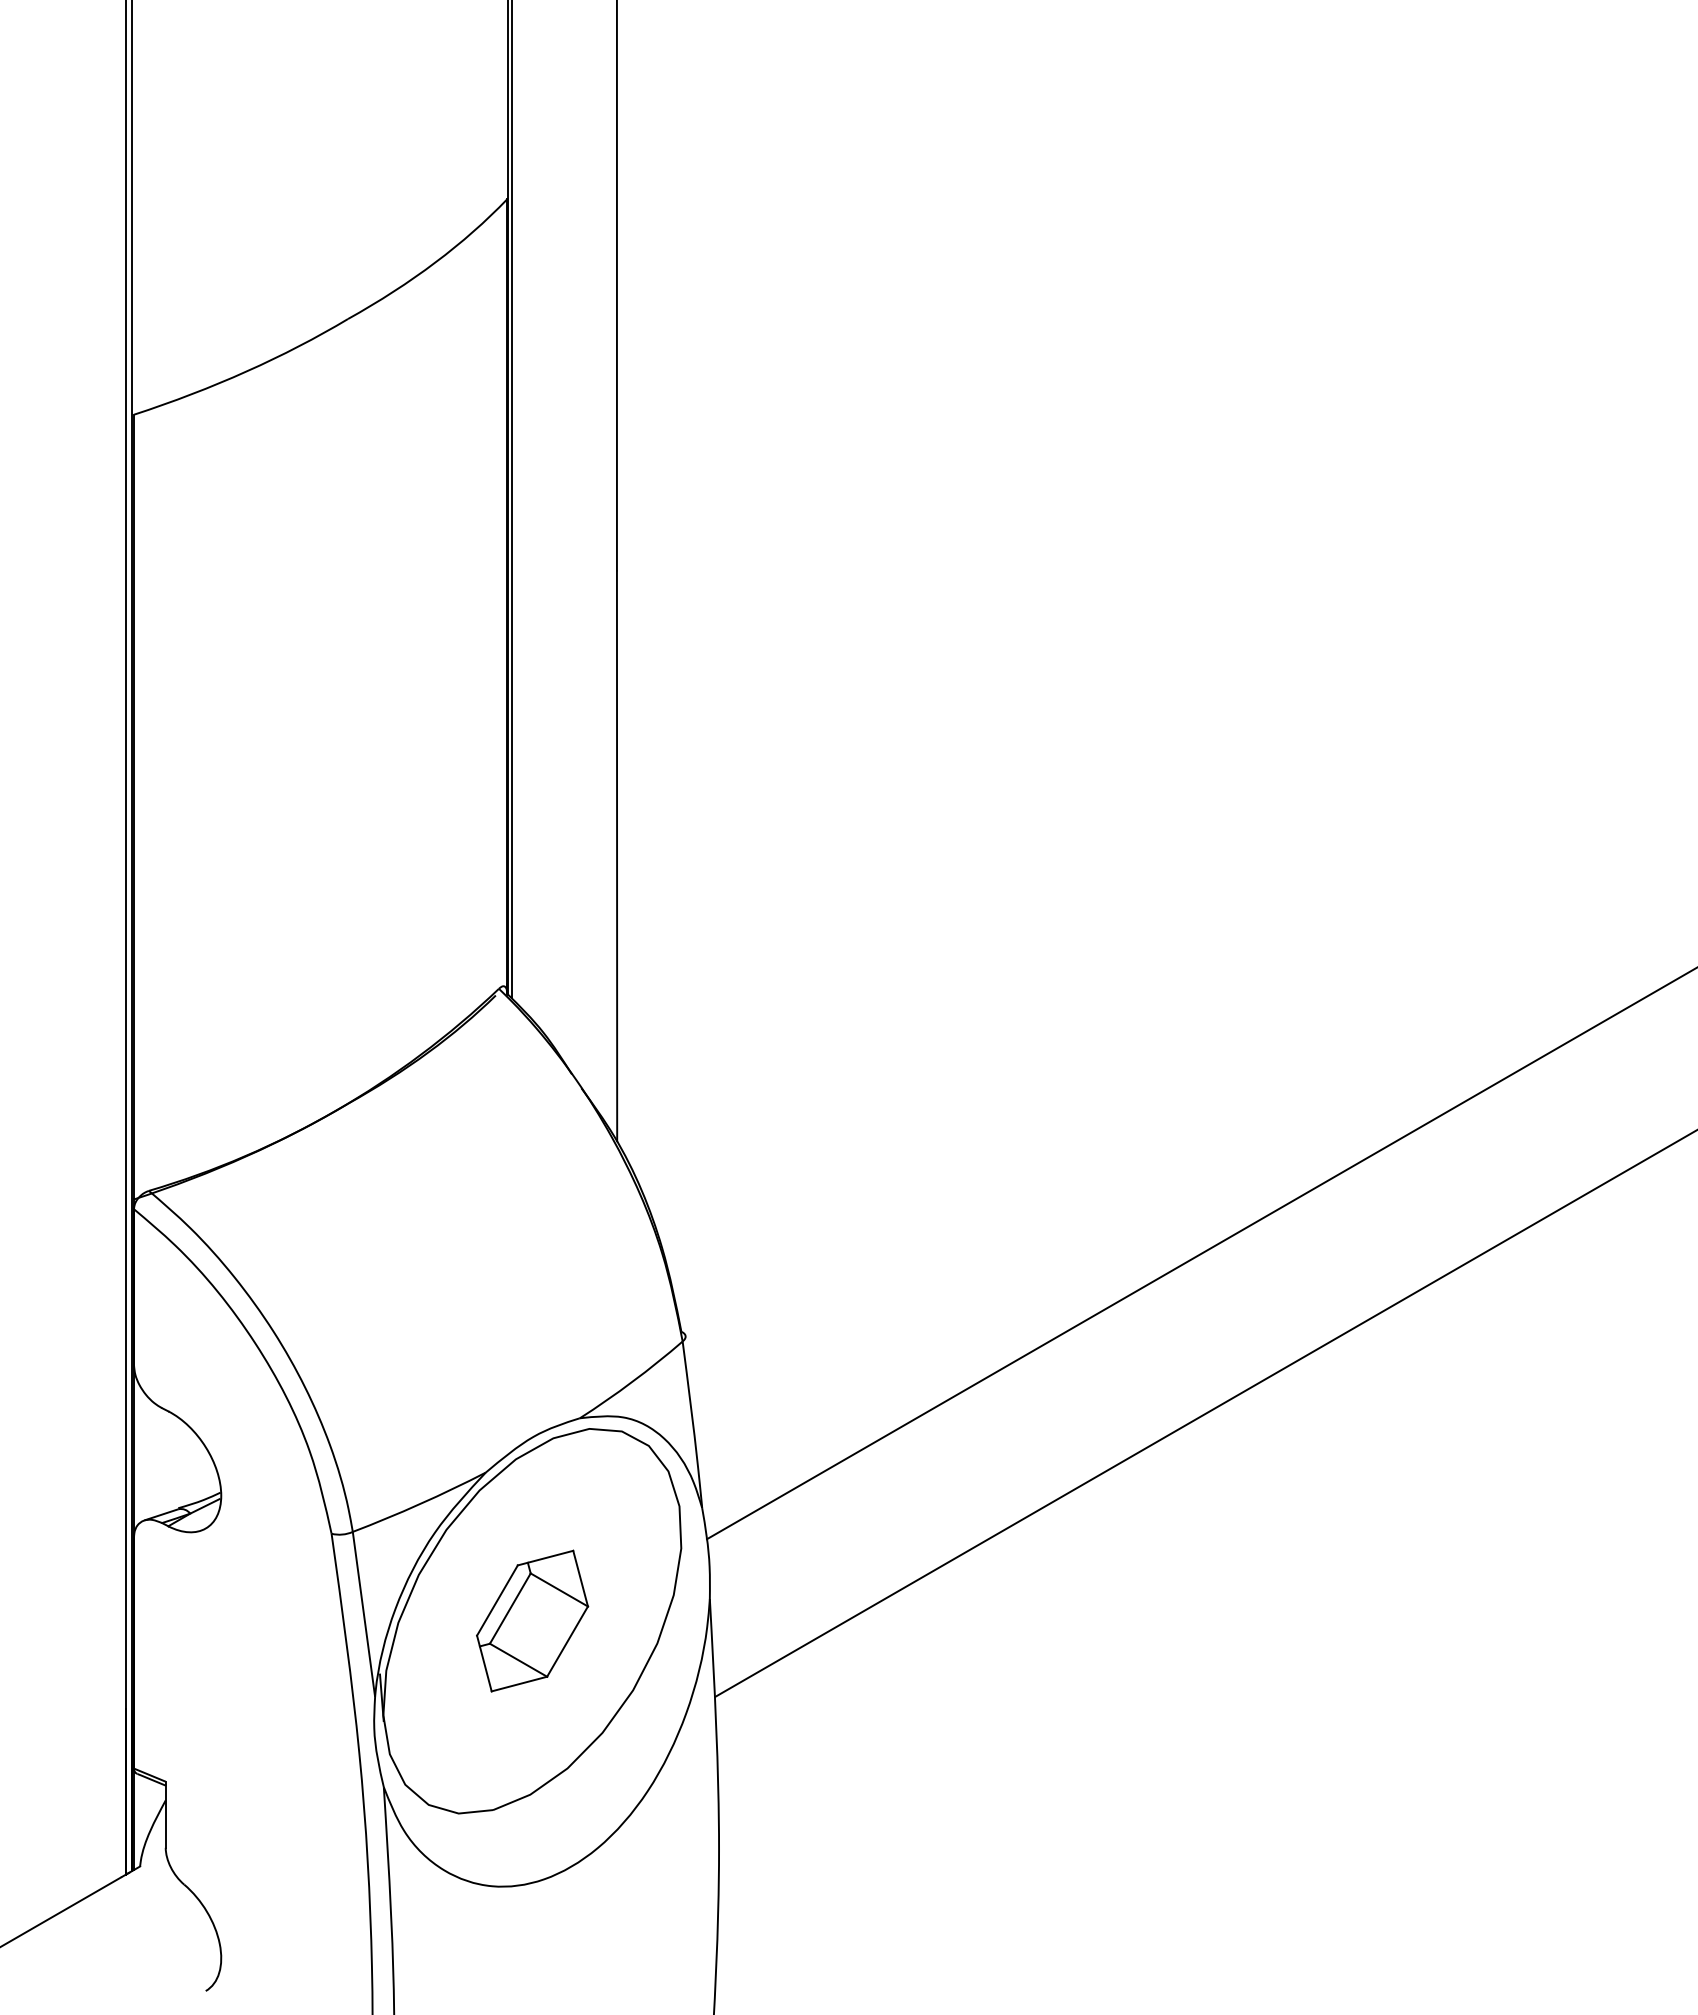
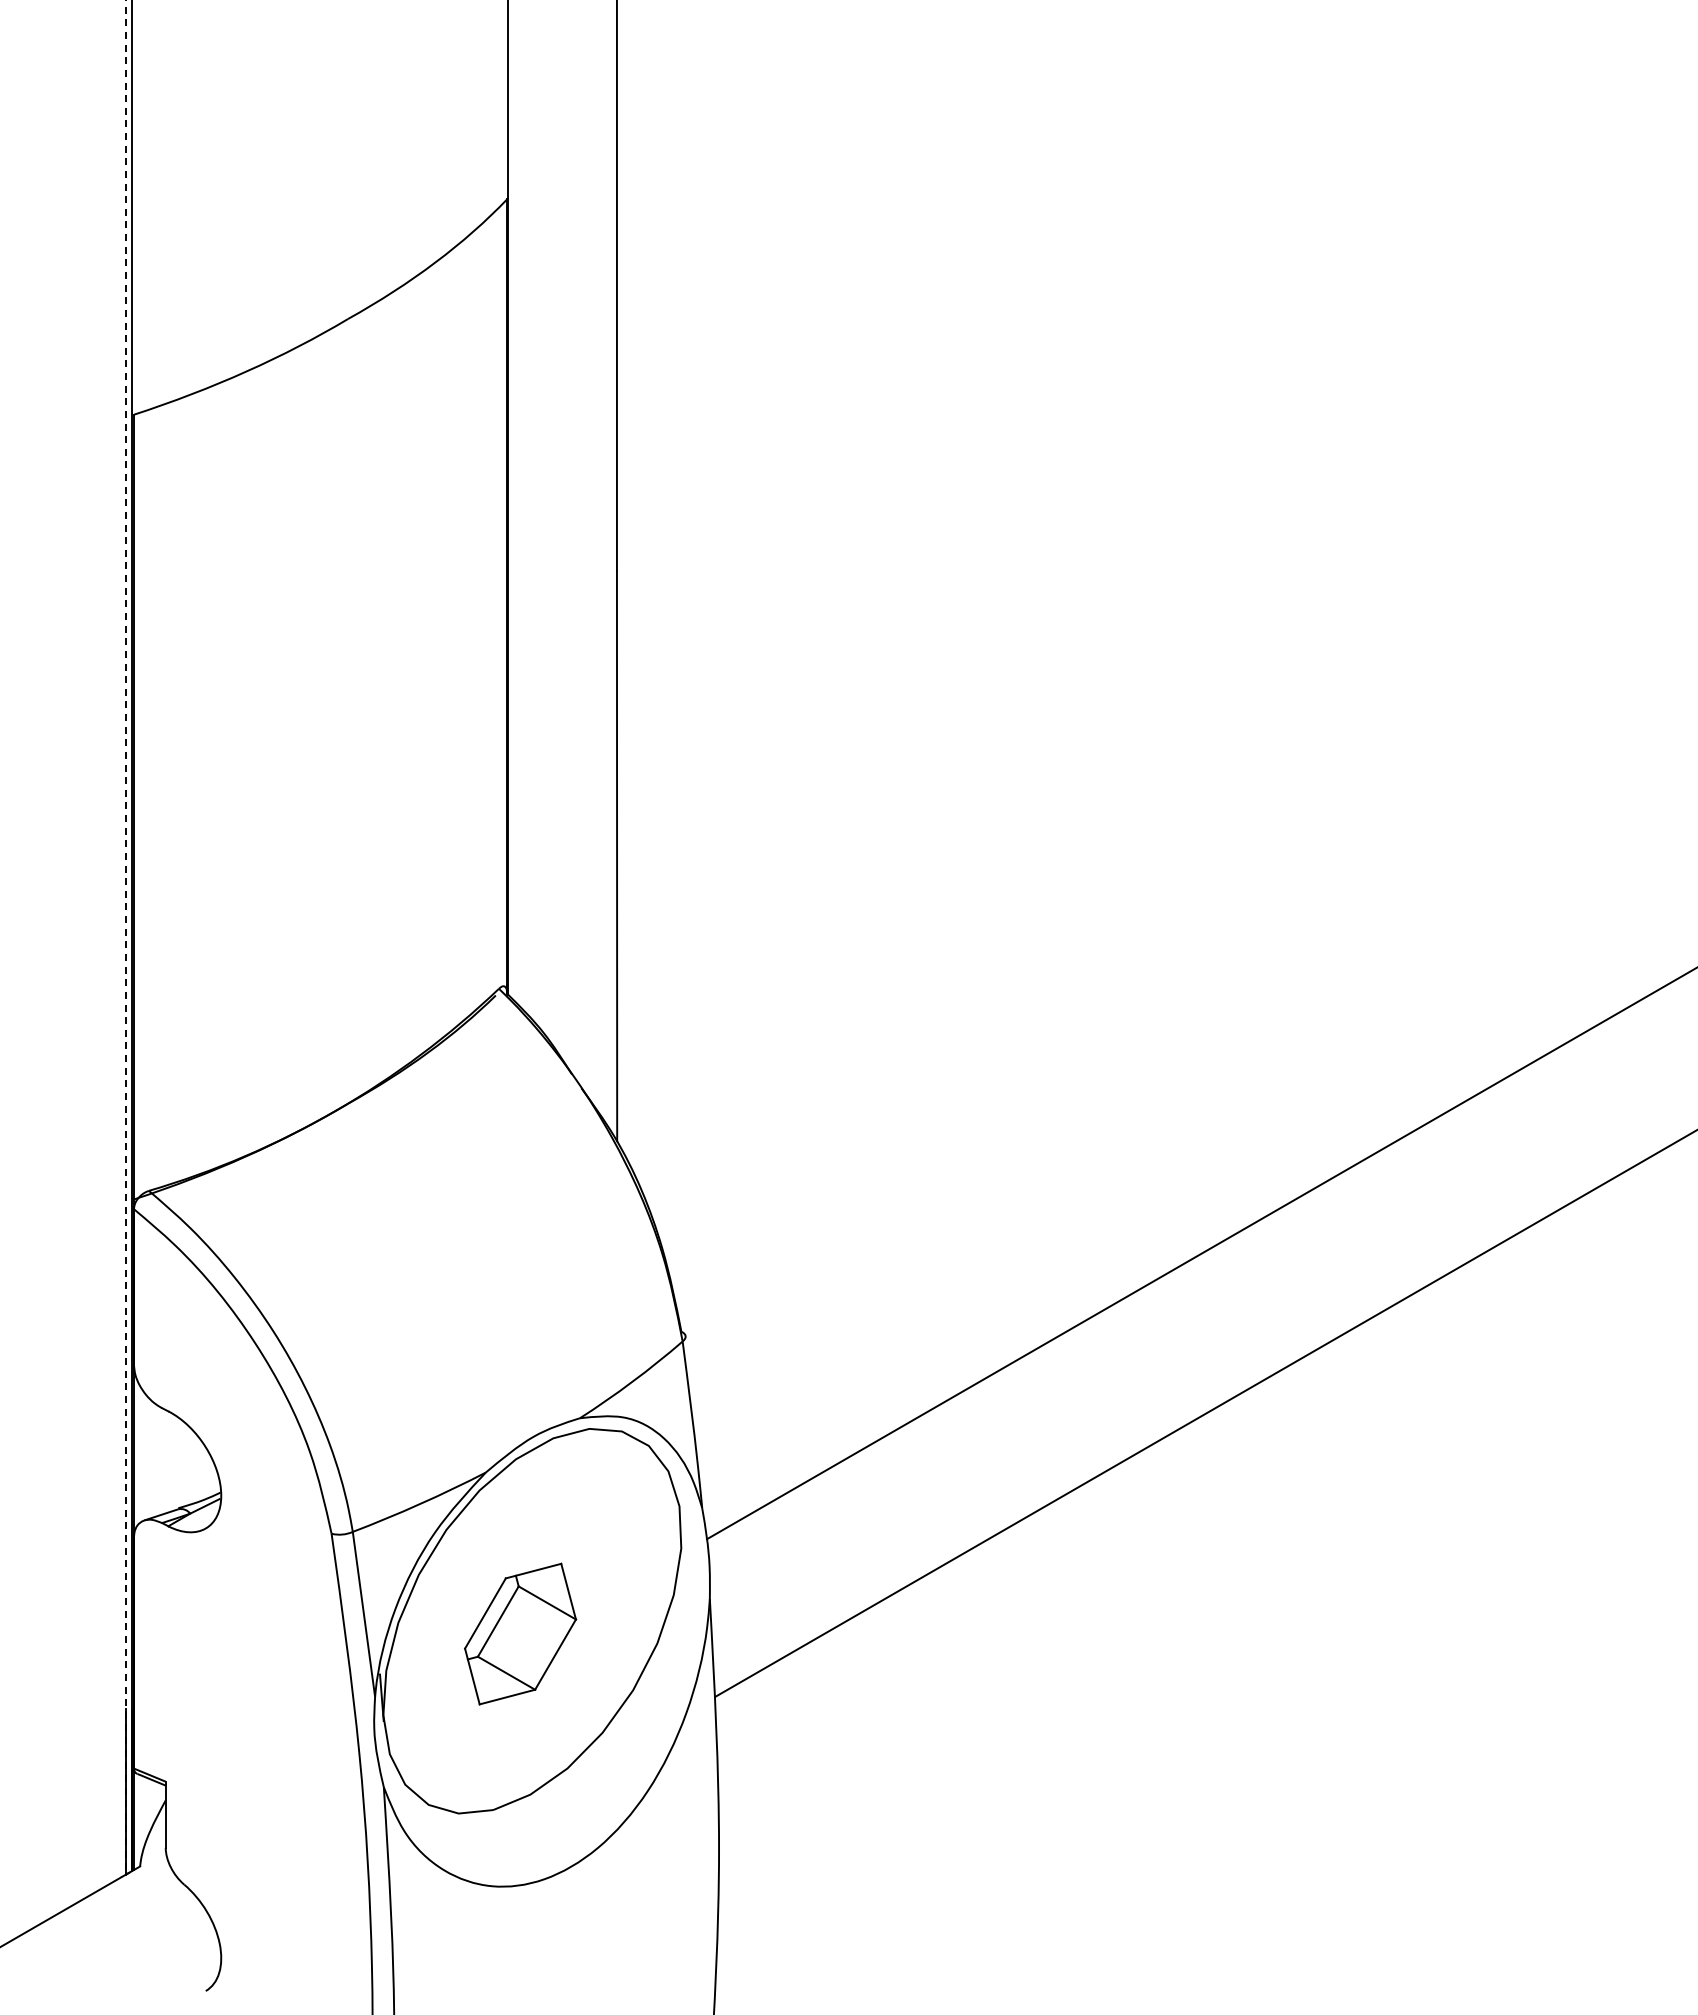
line at (511, 500): present -> none
line at (125, 937): solid -> dashed
part at (532, 1620) position: (532, 1620) -> (520, 1633)
